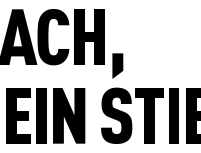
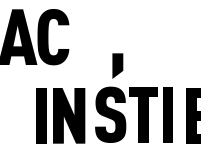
fill at (88, 37): present -> none
fill at (18, 115): present -> none
part at (139, 115) position: (139, 115) -> (133, 114)
